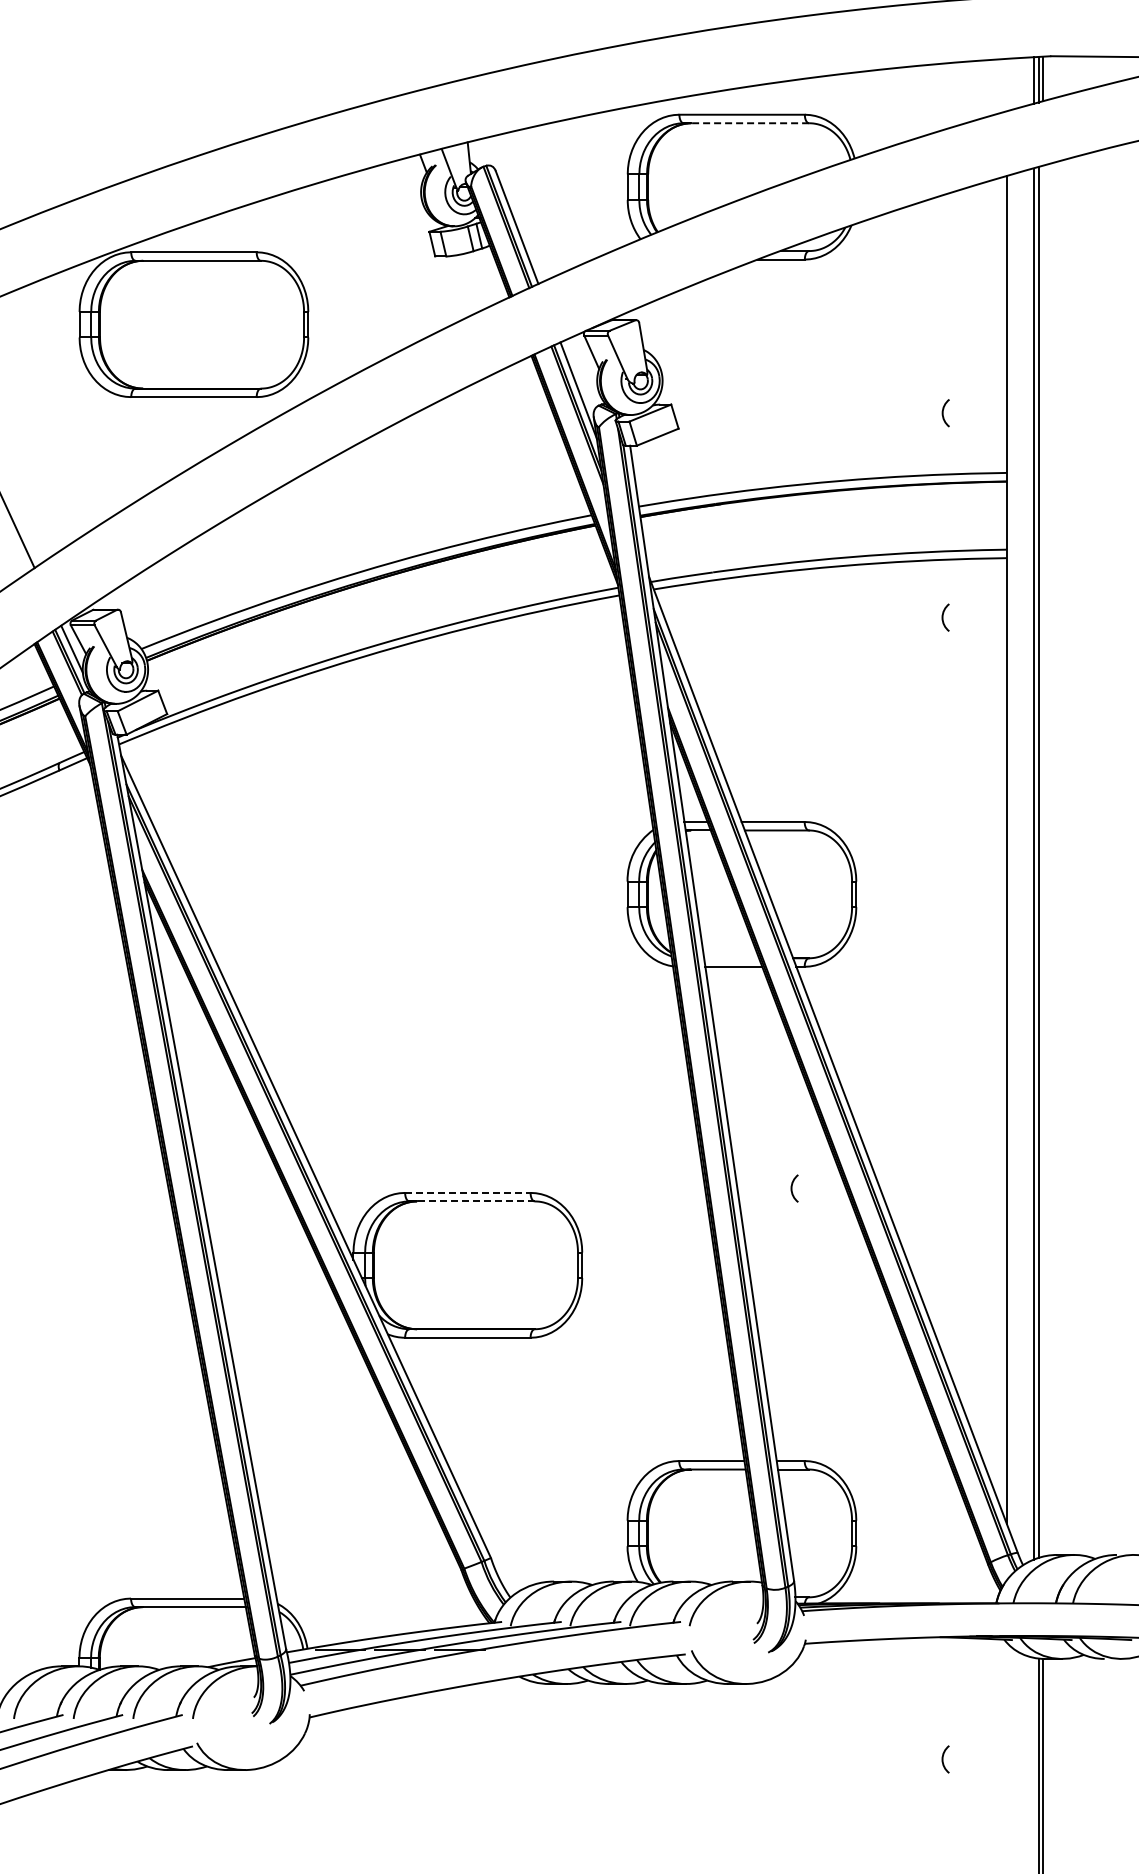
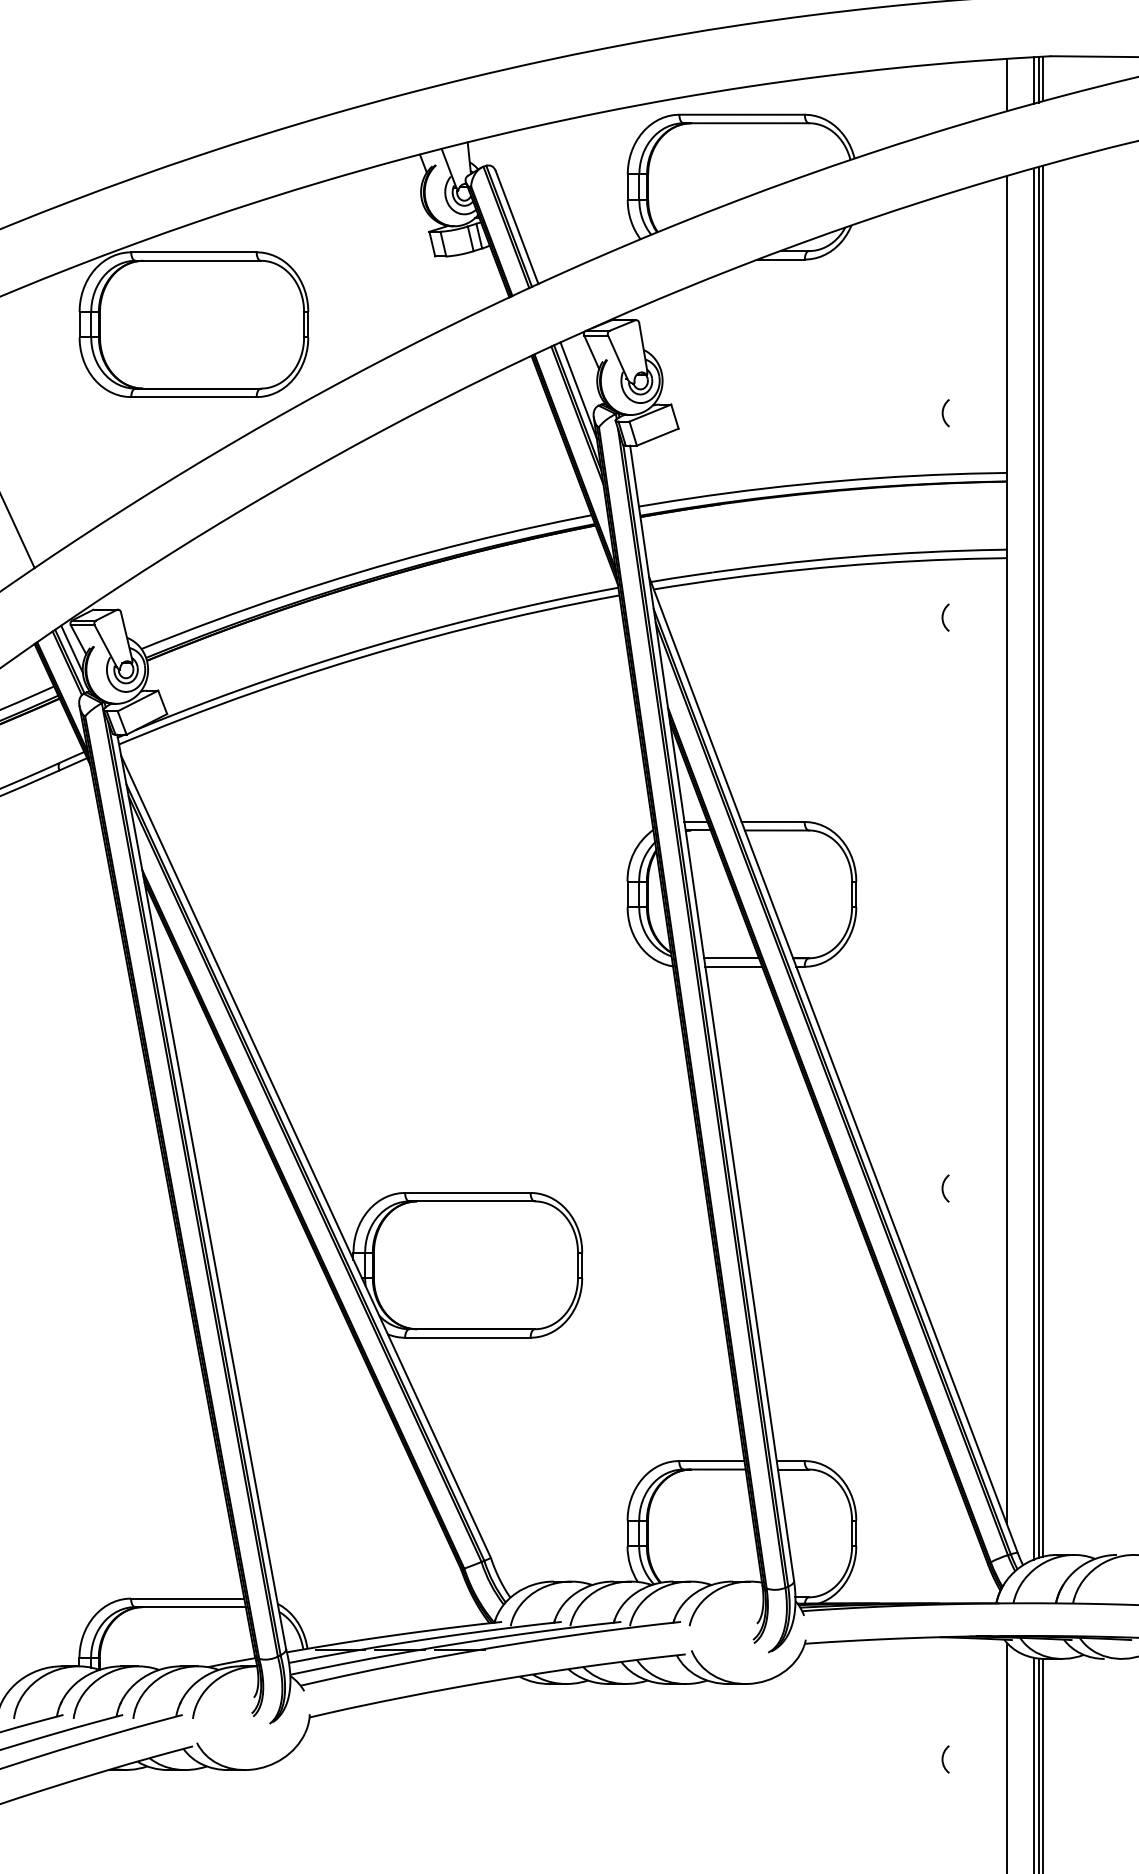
line at (1006, 85): none -> present
line at (746, 123): dashed -> solid
line at (1043, 860): none -> present
line at (731, 958): none -> present
arc at (792, 1188) position: (792, 1188) -> (943, 1188)
line at (467, 1192): dashed -> solid
line at (472, 1201): dashed -> solid
line at (1006, 1756): none -> present
line at (1033, 1763): none -> present
